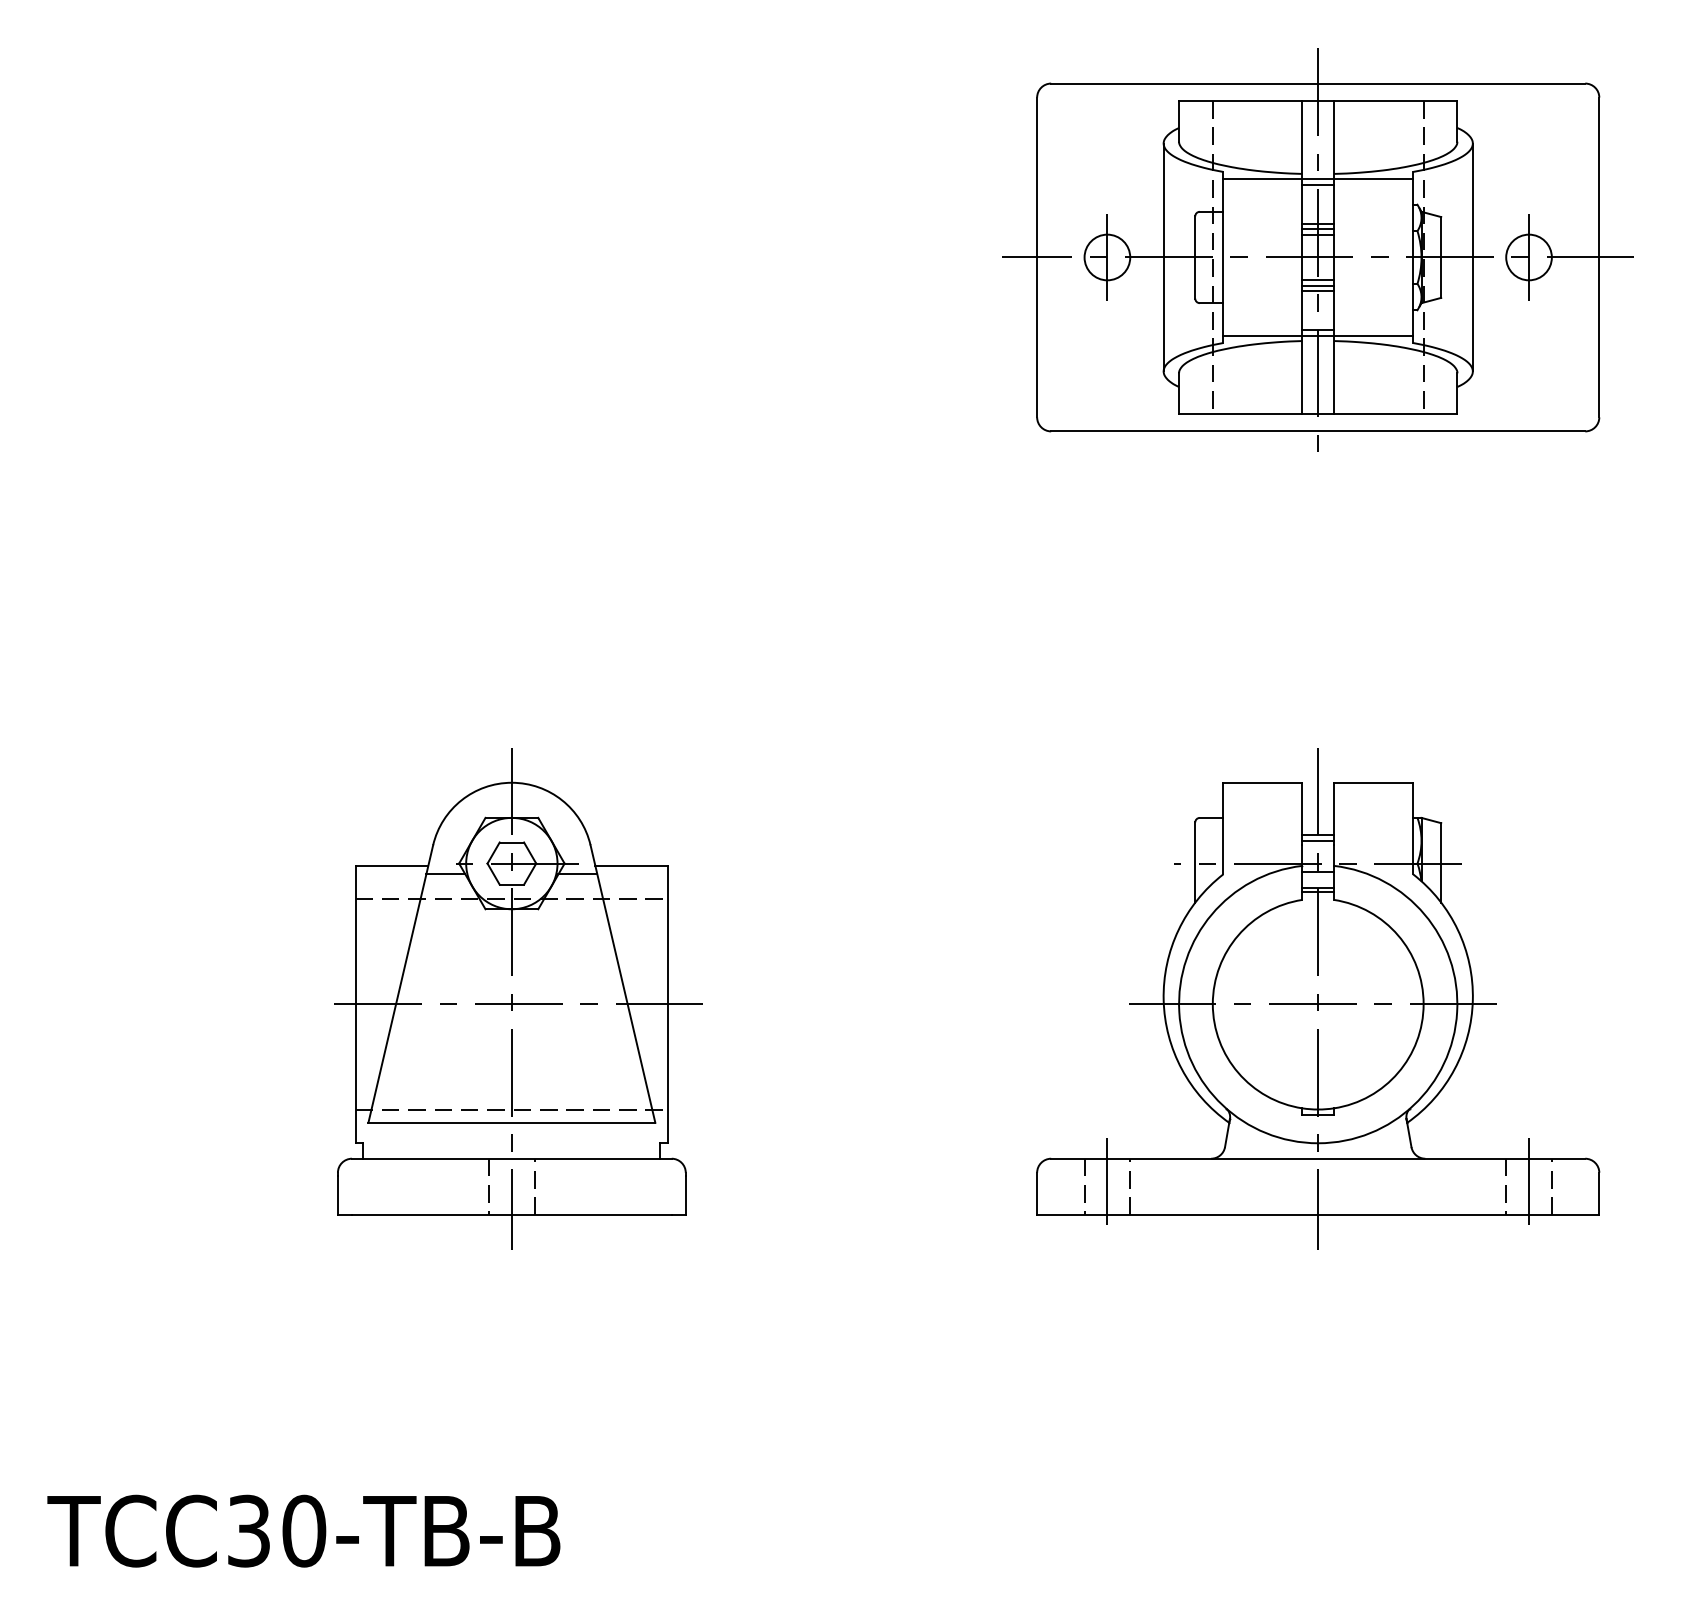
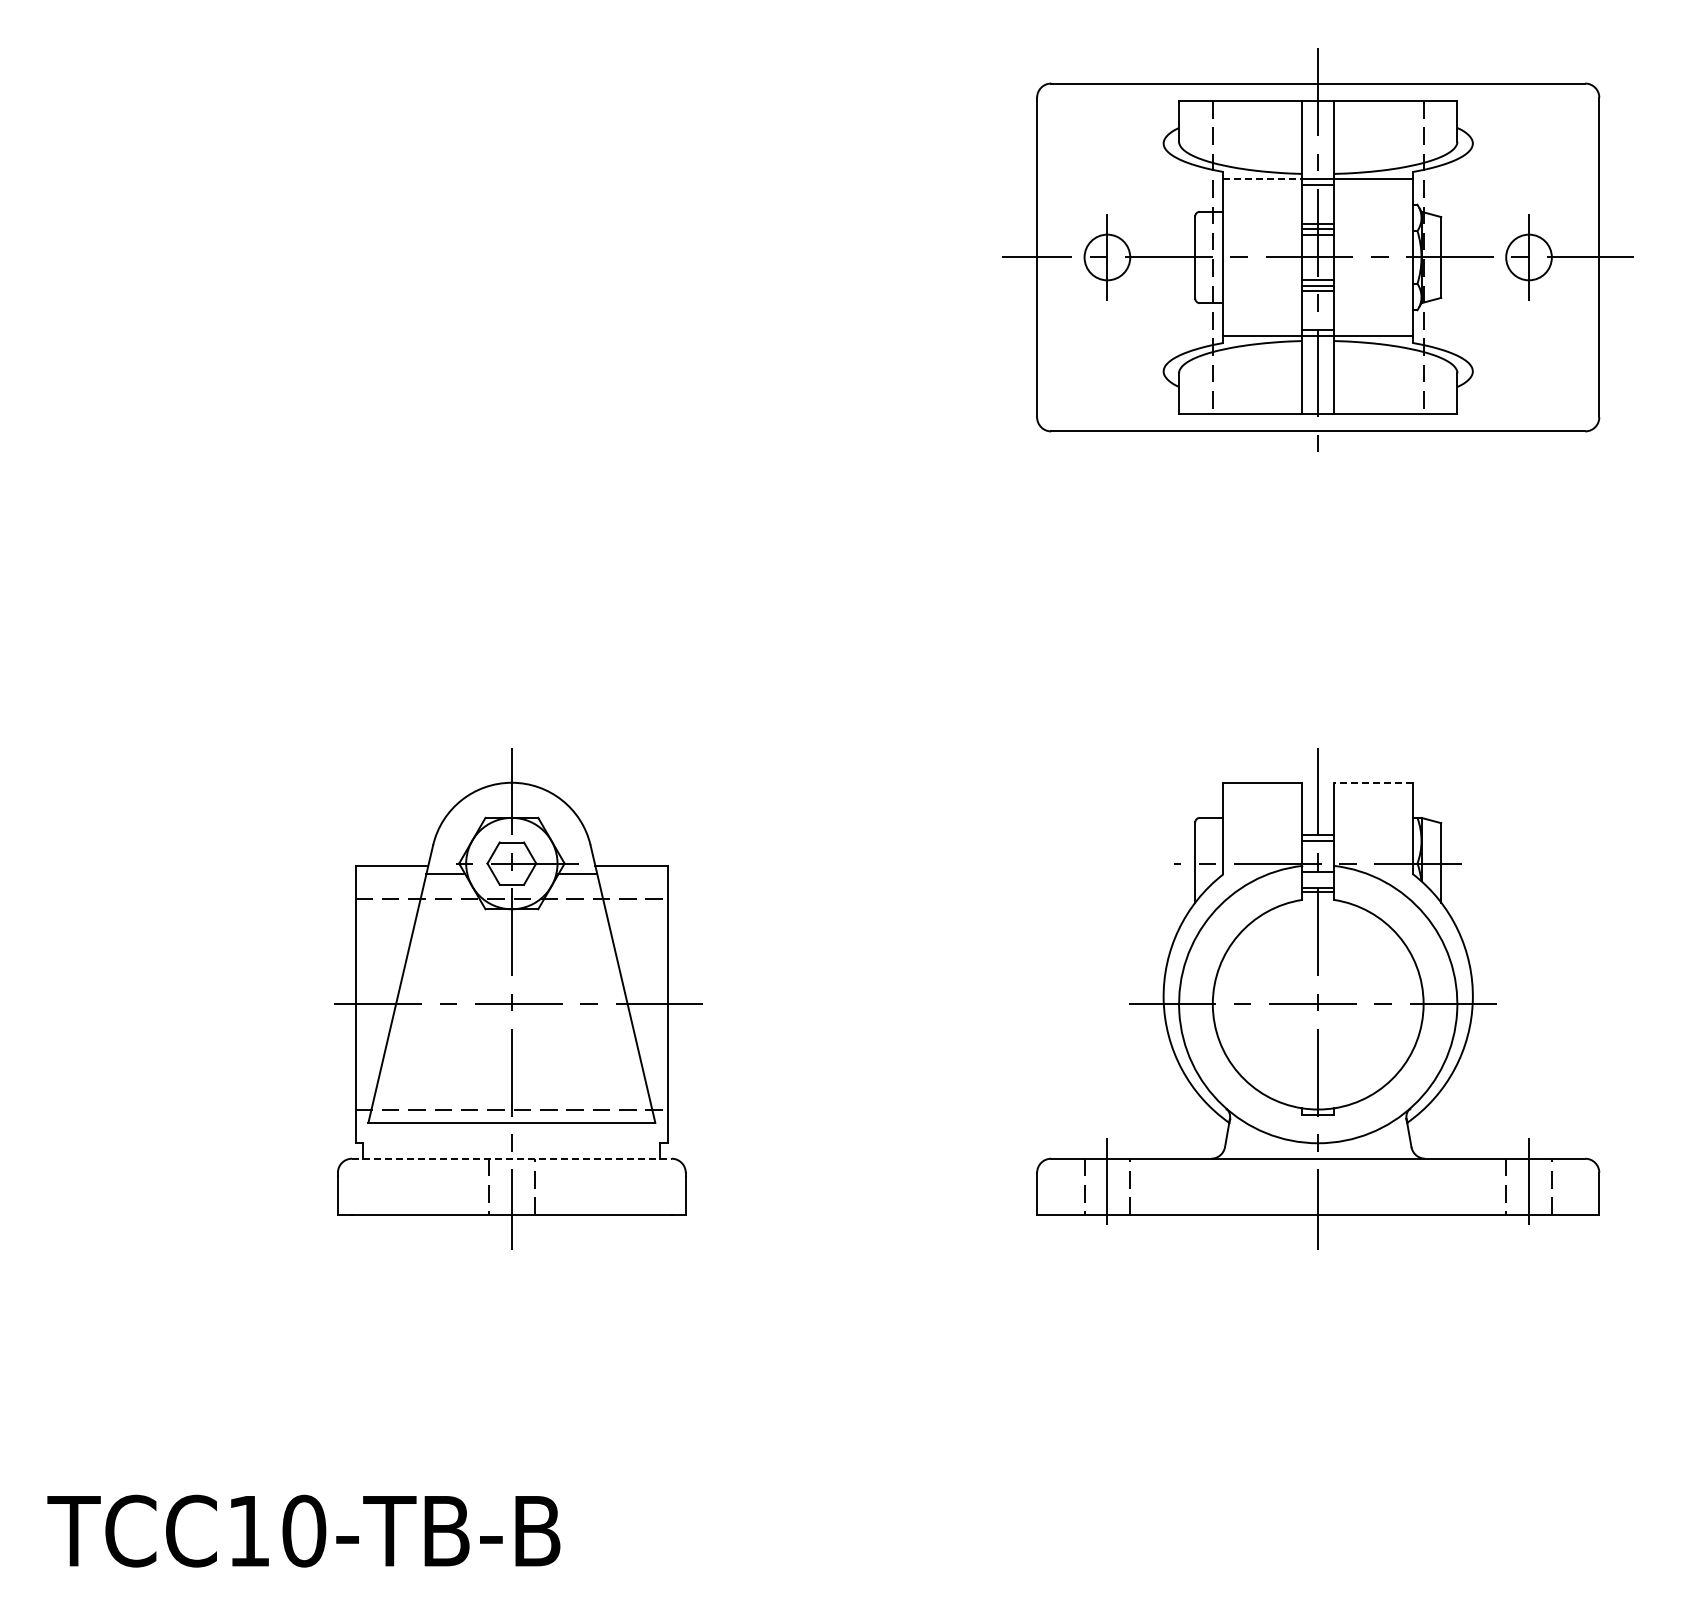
line at (1262, 178): solid -> dashed
line at (1163, 257): present -> none
line at (1472, 257): present -> none
line at (1373, 782): solid -> dashed
line at (511, 1158): solid -> dashed
text at (248, 1530): TCC30-TB-B -> TCC10-TB-B
